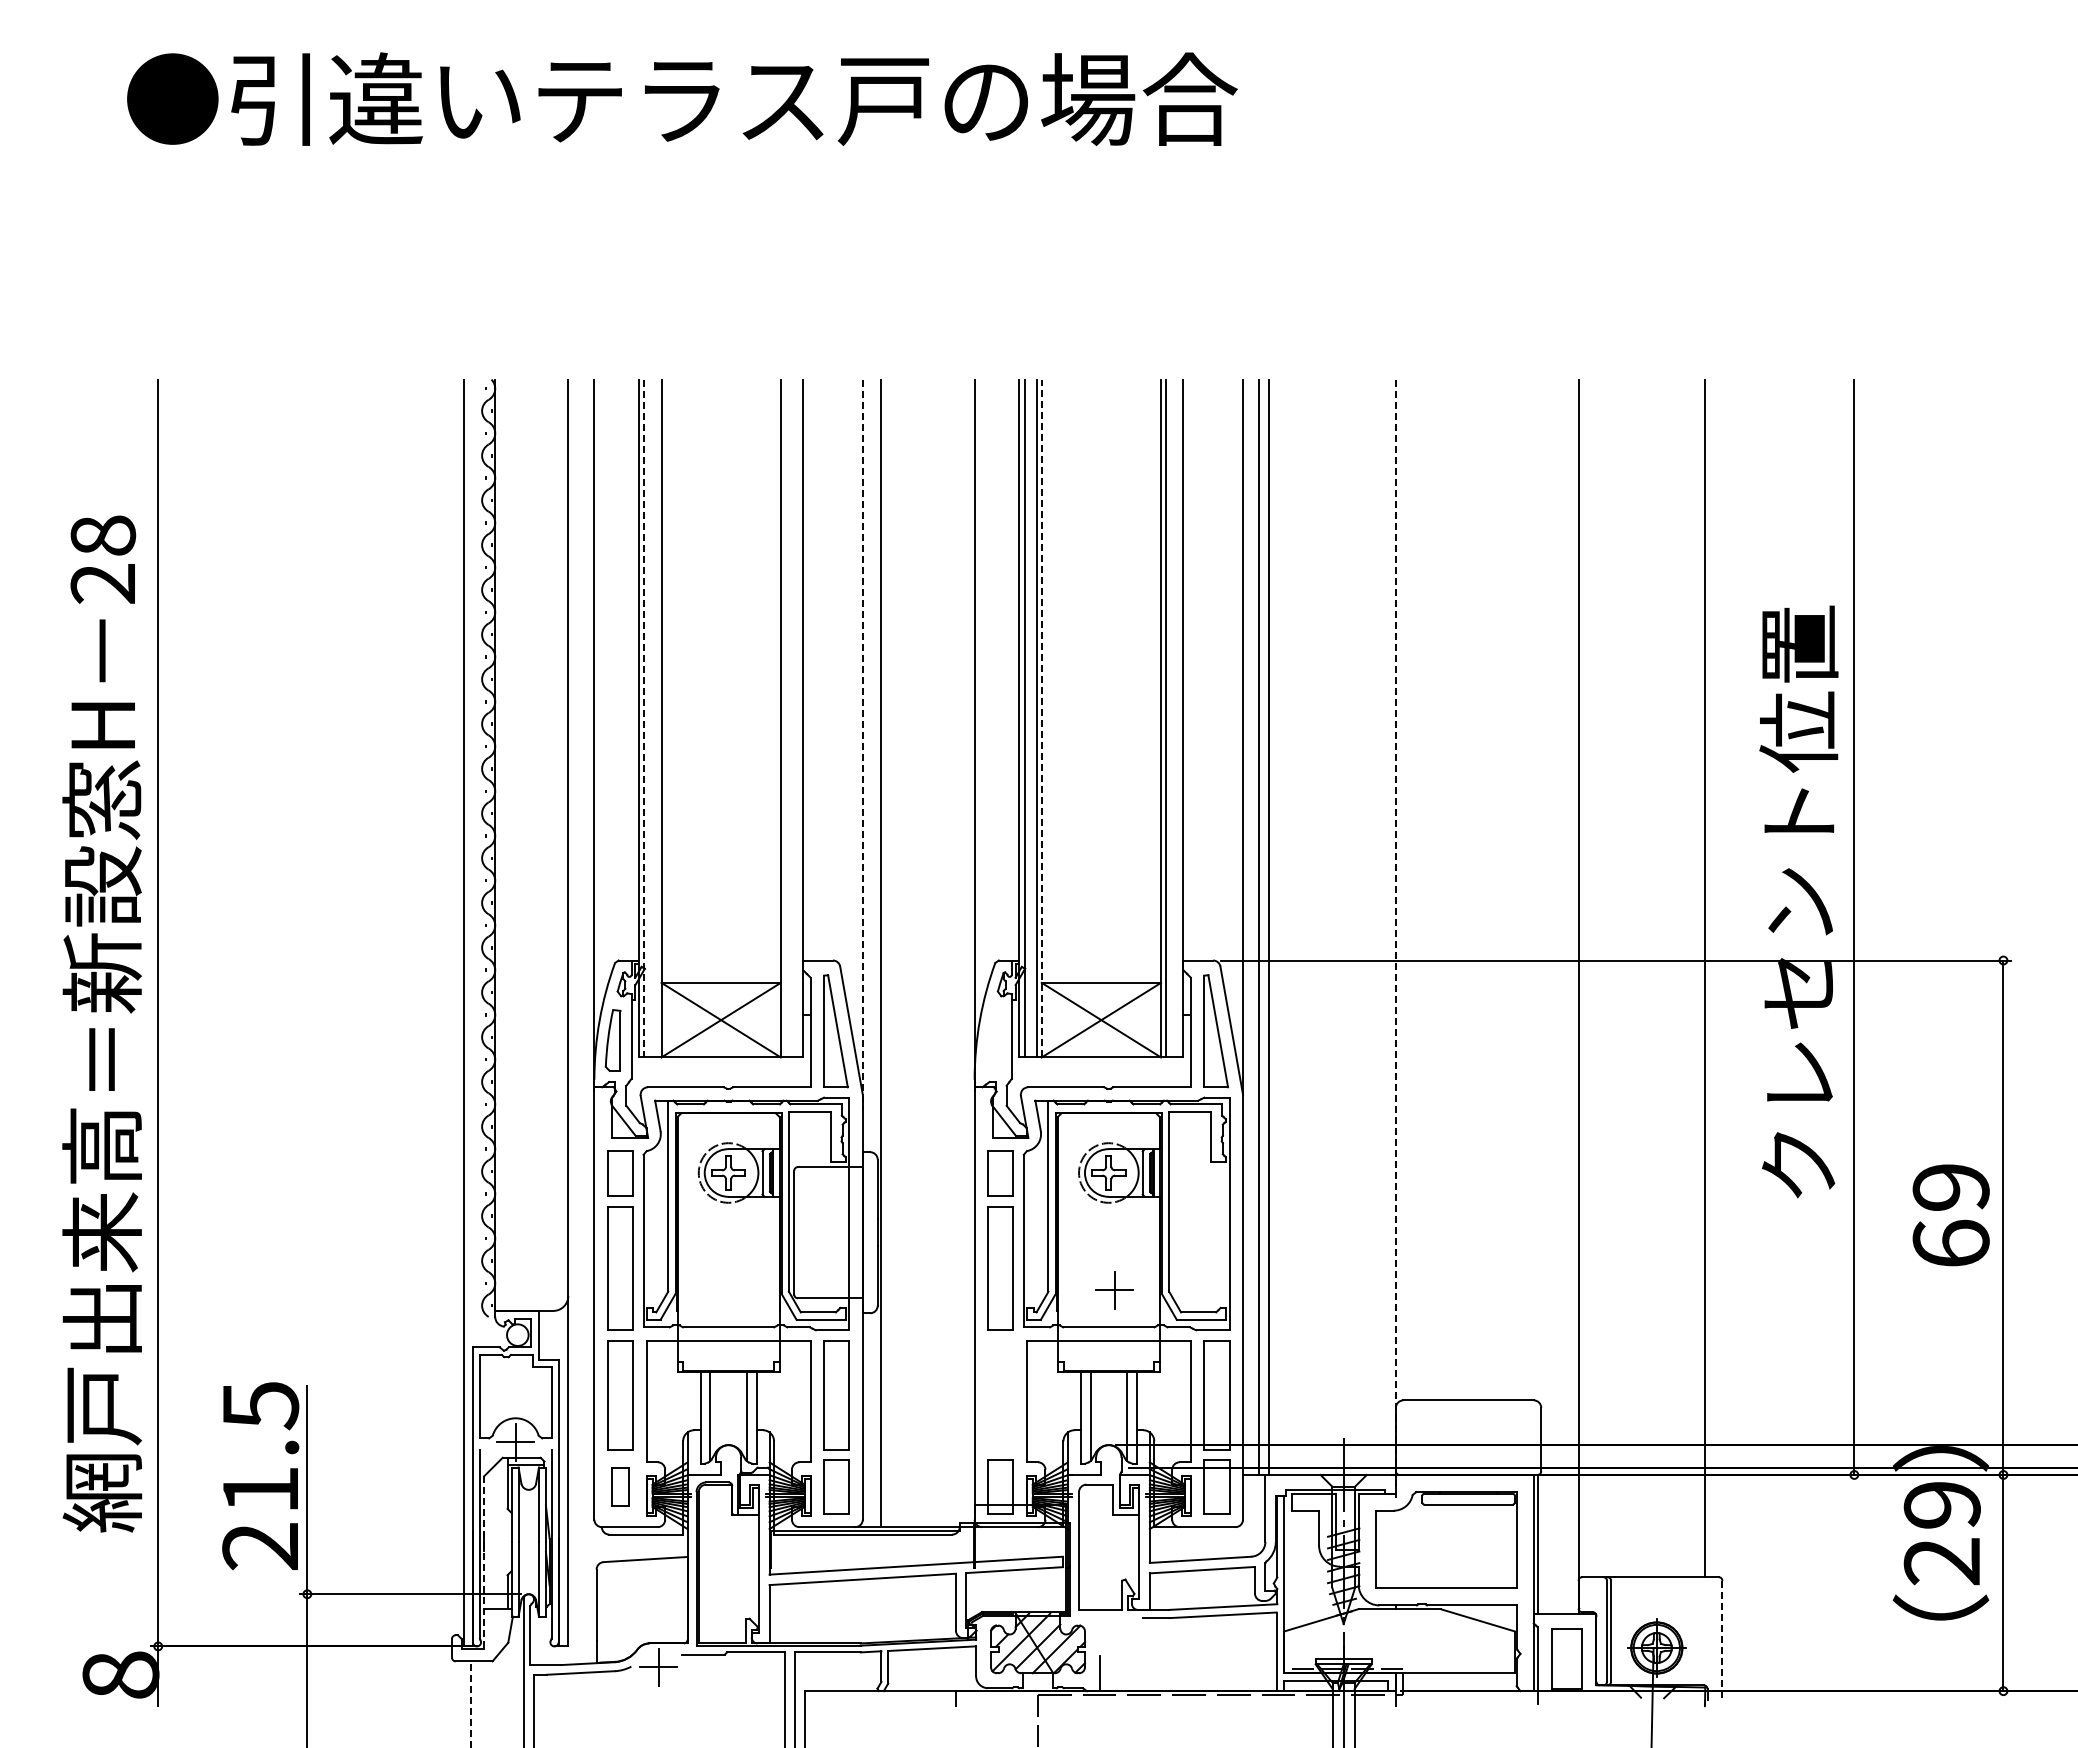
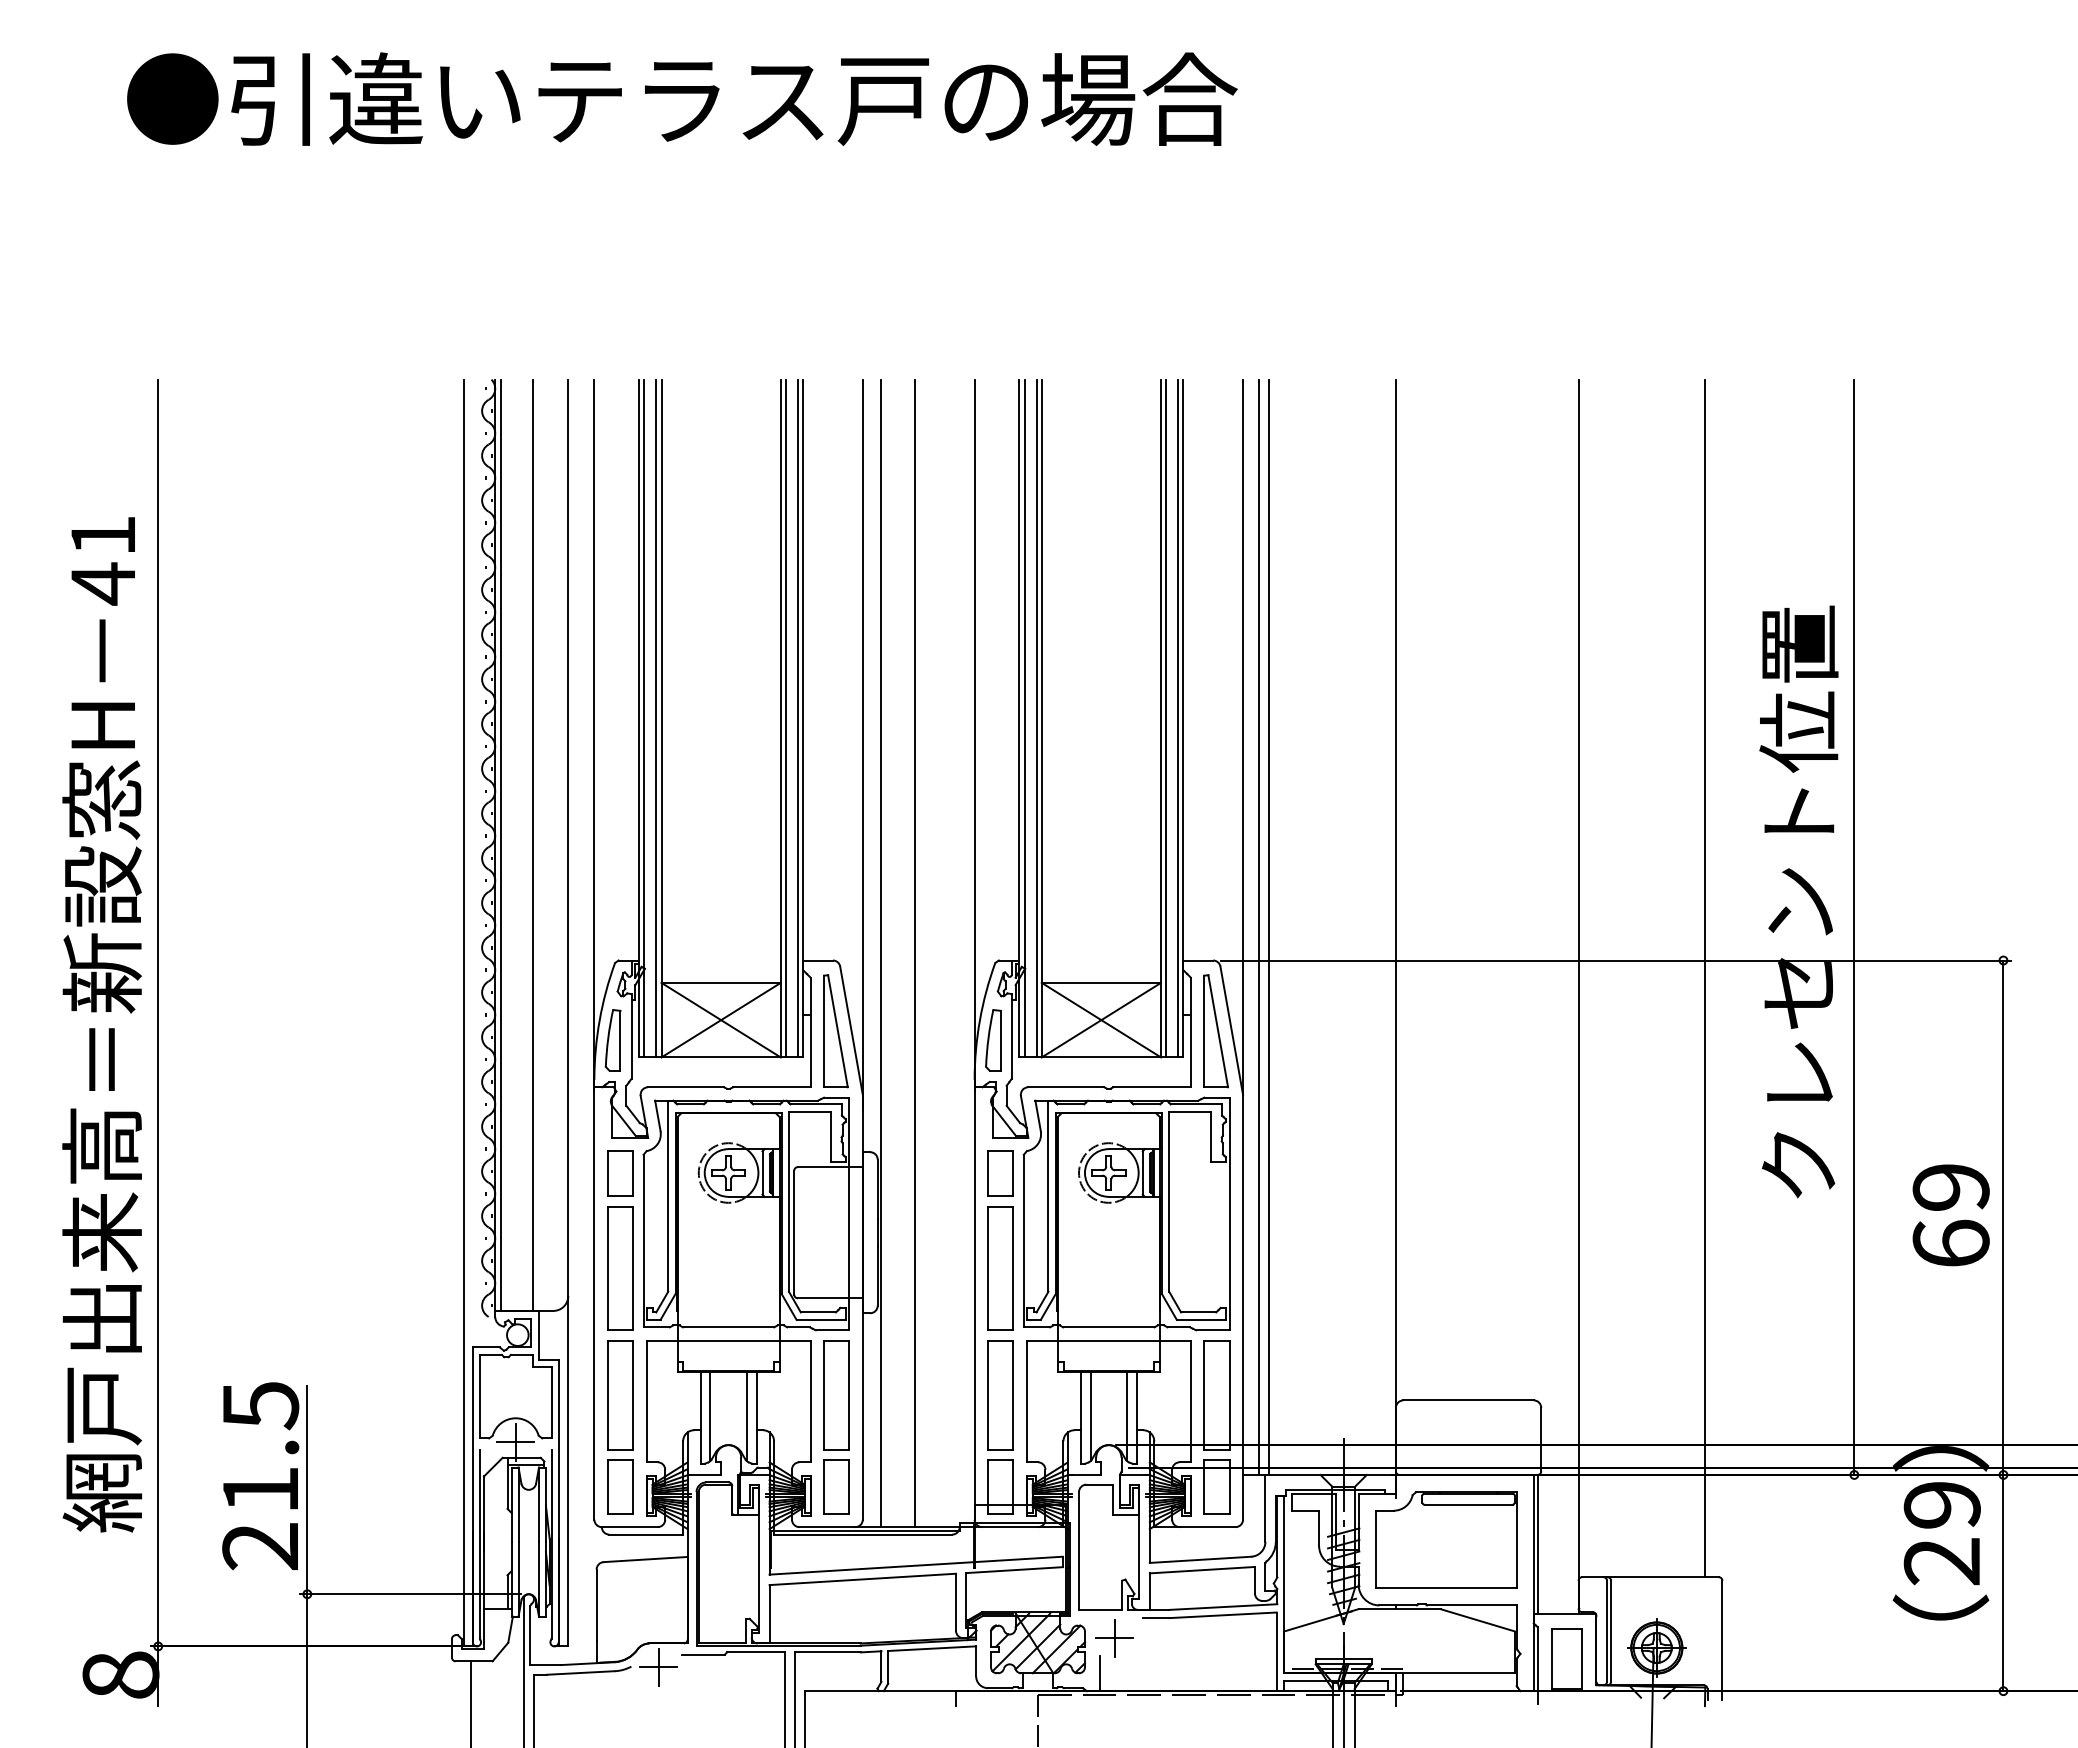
text at (103, 560): 28 -> 41
line at (644, 718): dashed -> solid
line at (656, 718): none -> present
line at (786, 718): none -> present
line at (797, 718): none -> present
line at (1041, 718): dashed -> solid
line at (1178, 718): none -> present
line at (862, 745): dashed -> solid
line at (501, 844): none -> present
line at (532, 844): none -> present
line at (1395, 938): dashed -> solid
line at (914, 953): none -> present
part at (993, 1040): none -> present
part at (1114, 1290) position: (1114, 1290) -> (1114, 1638)
part at (1000, 1395): none -> present
part at (620, 1486) size: 19x40 px -> 27x56 px
line at (484, 1563): dashed -> solid
line at (1722, 1640): dashed -> solid
line at (471, 1704): dashed -> solid
